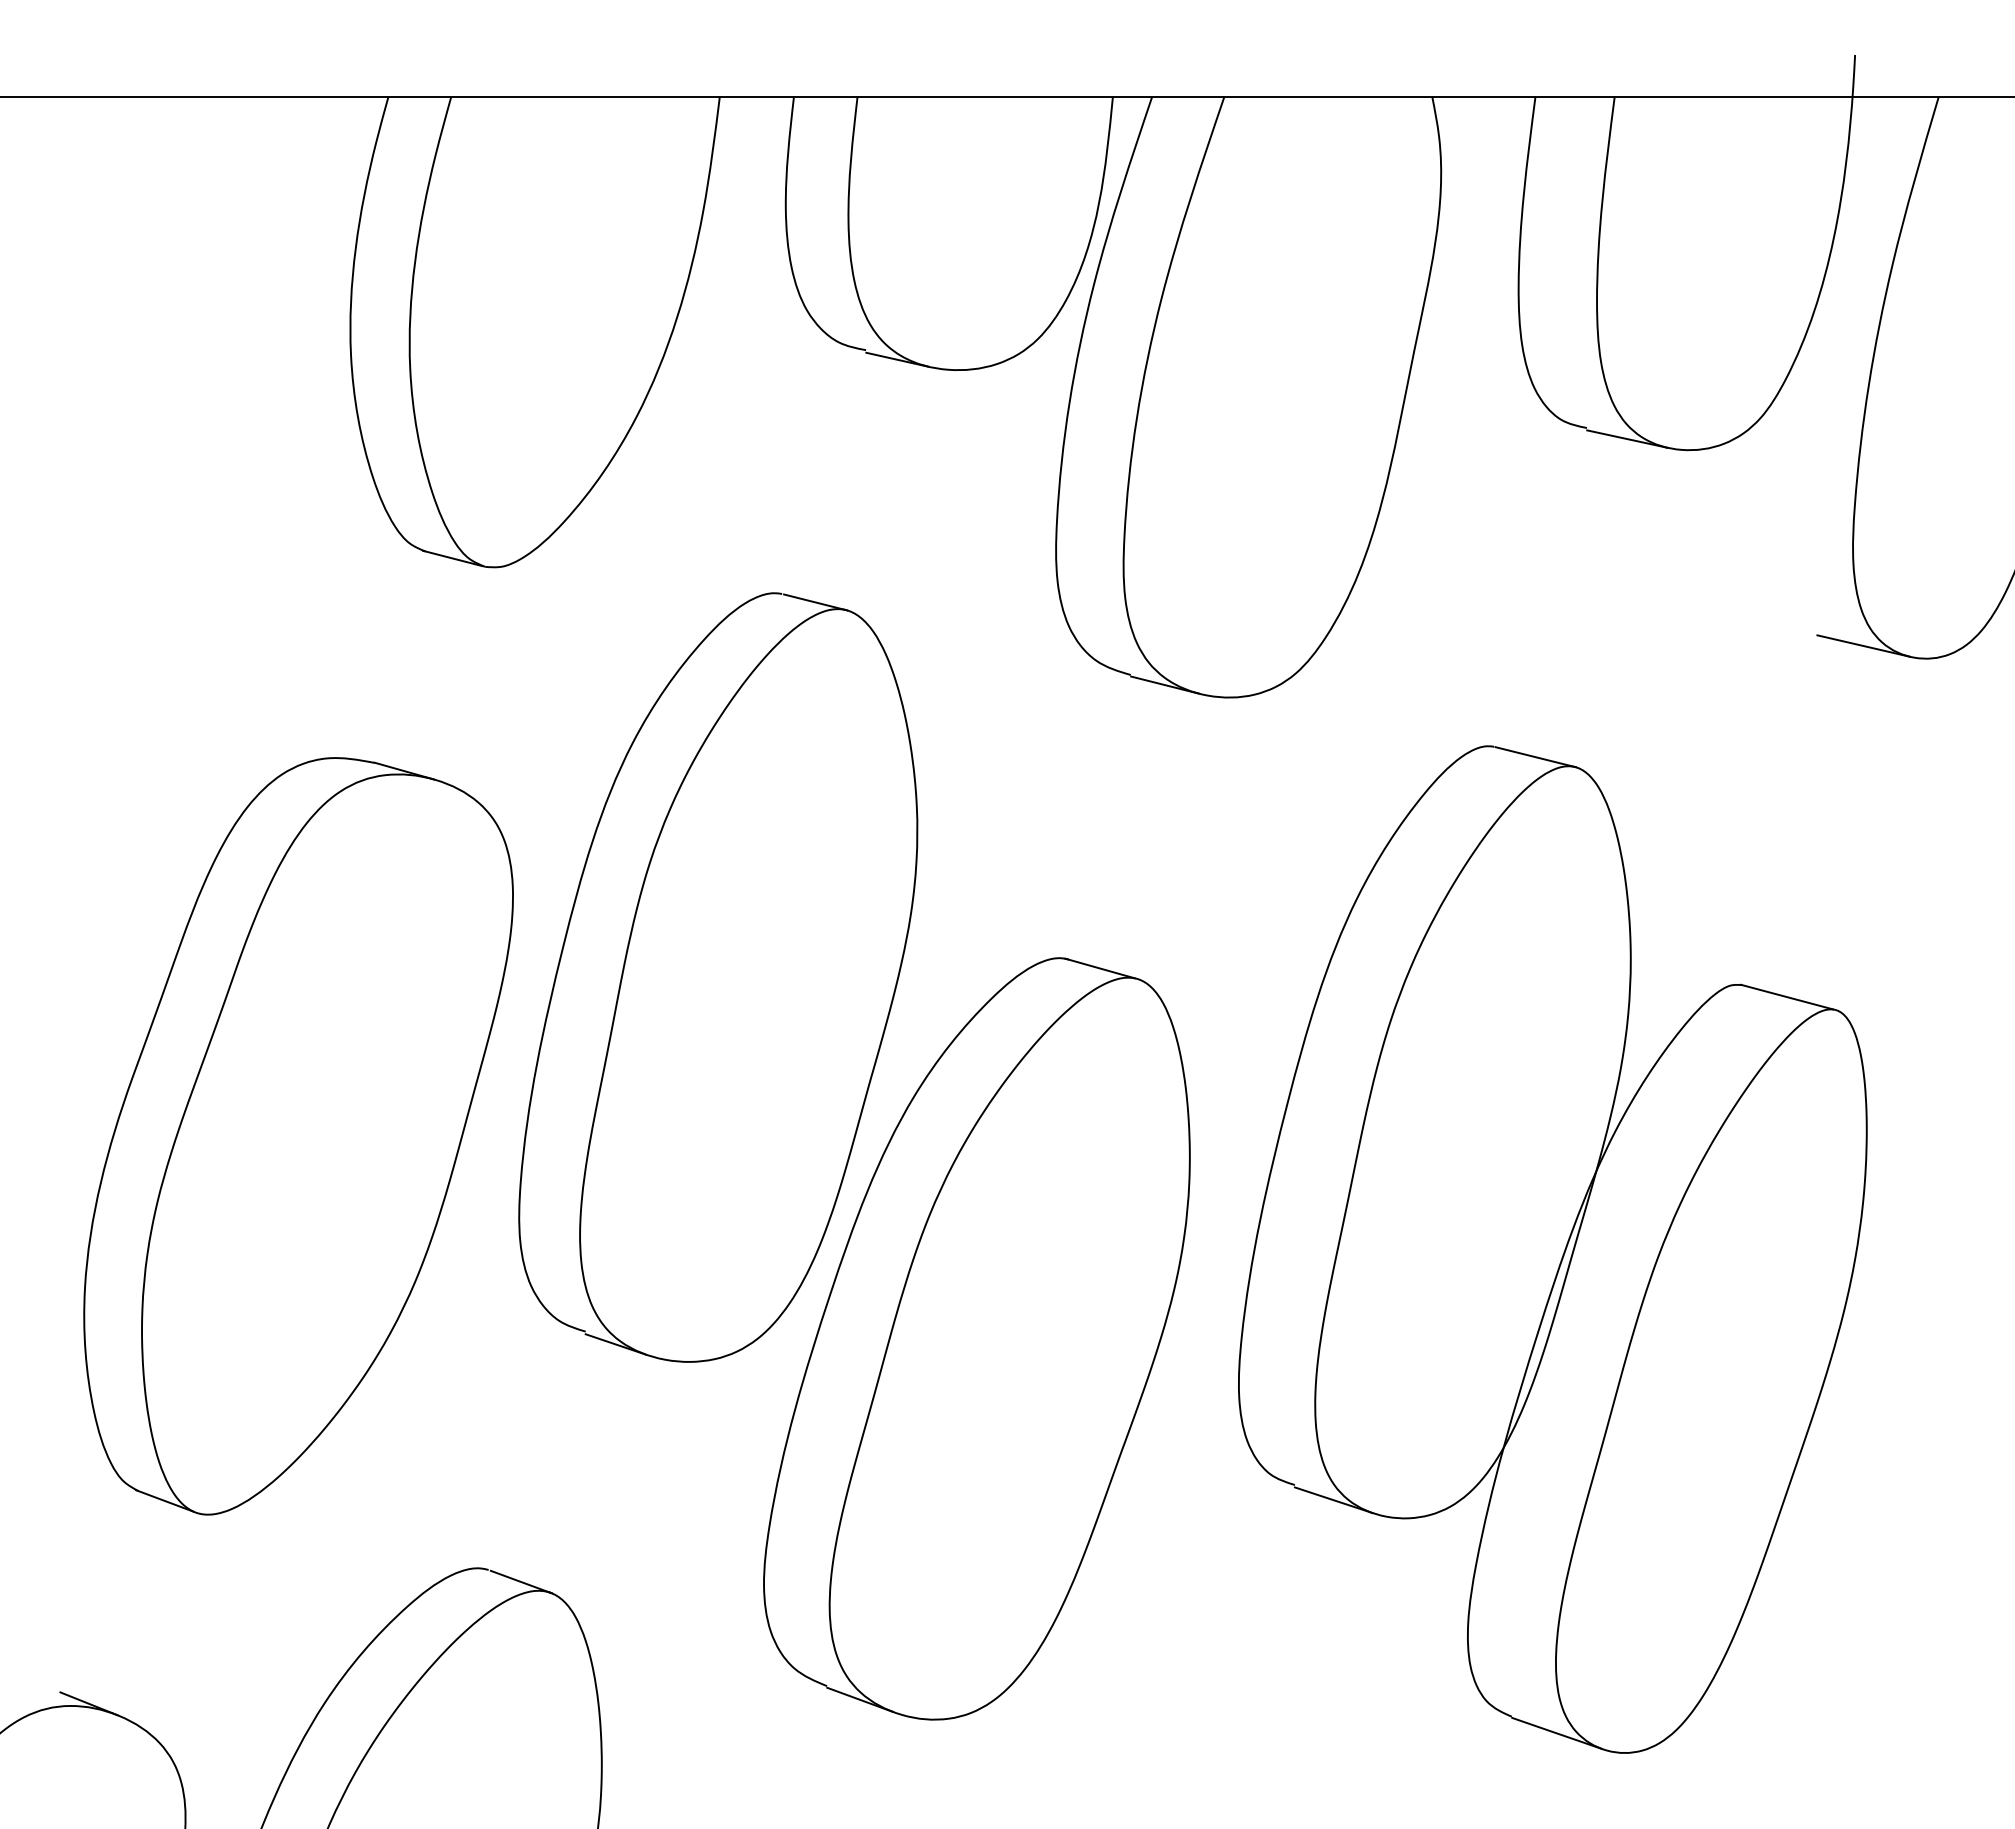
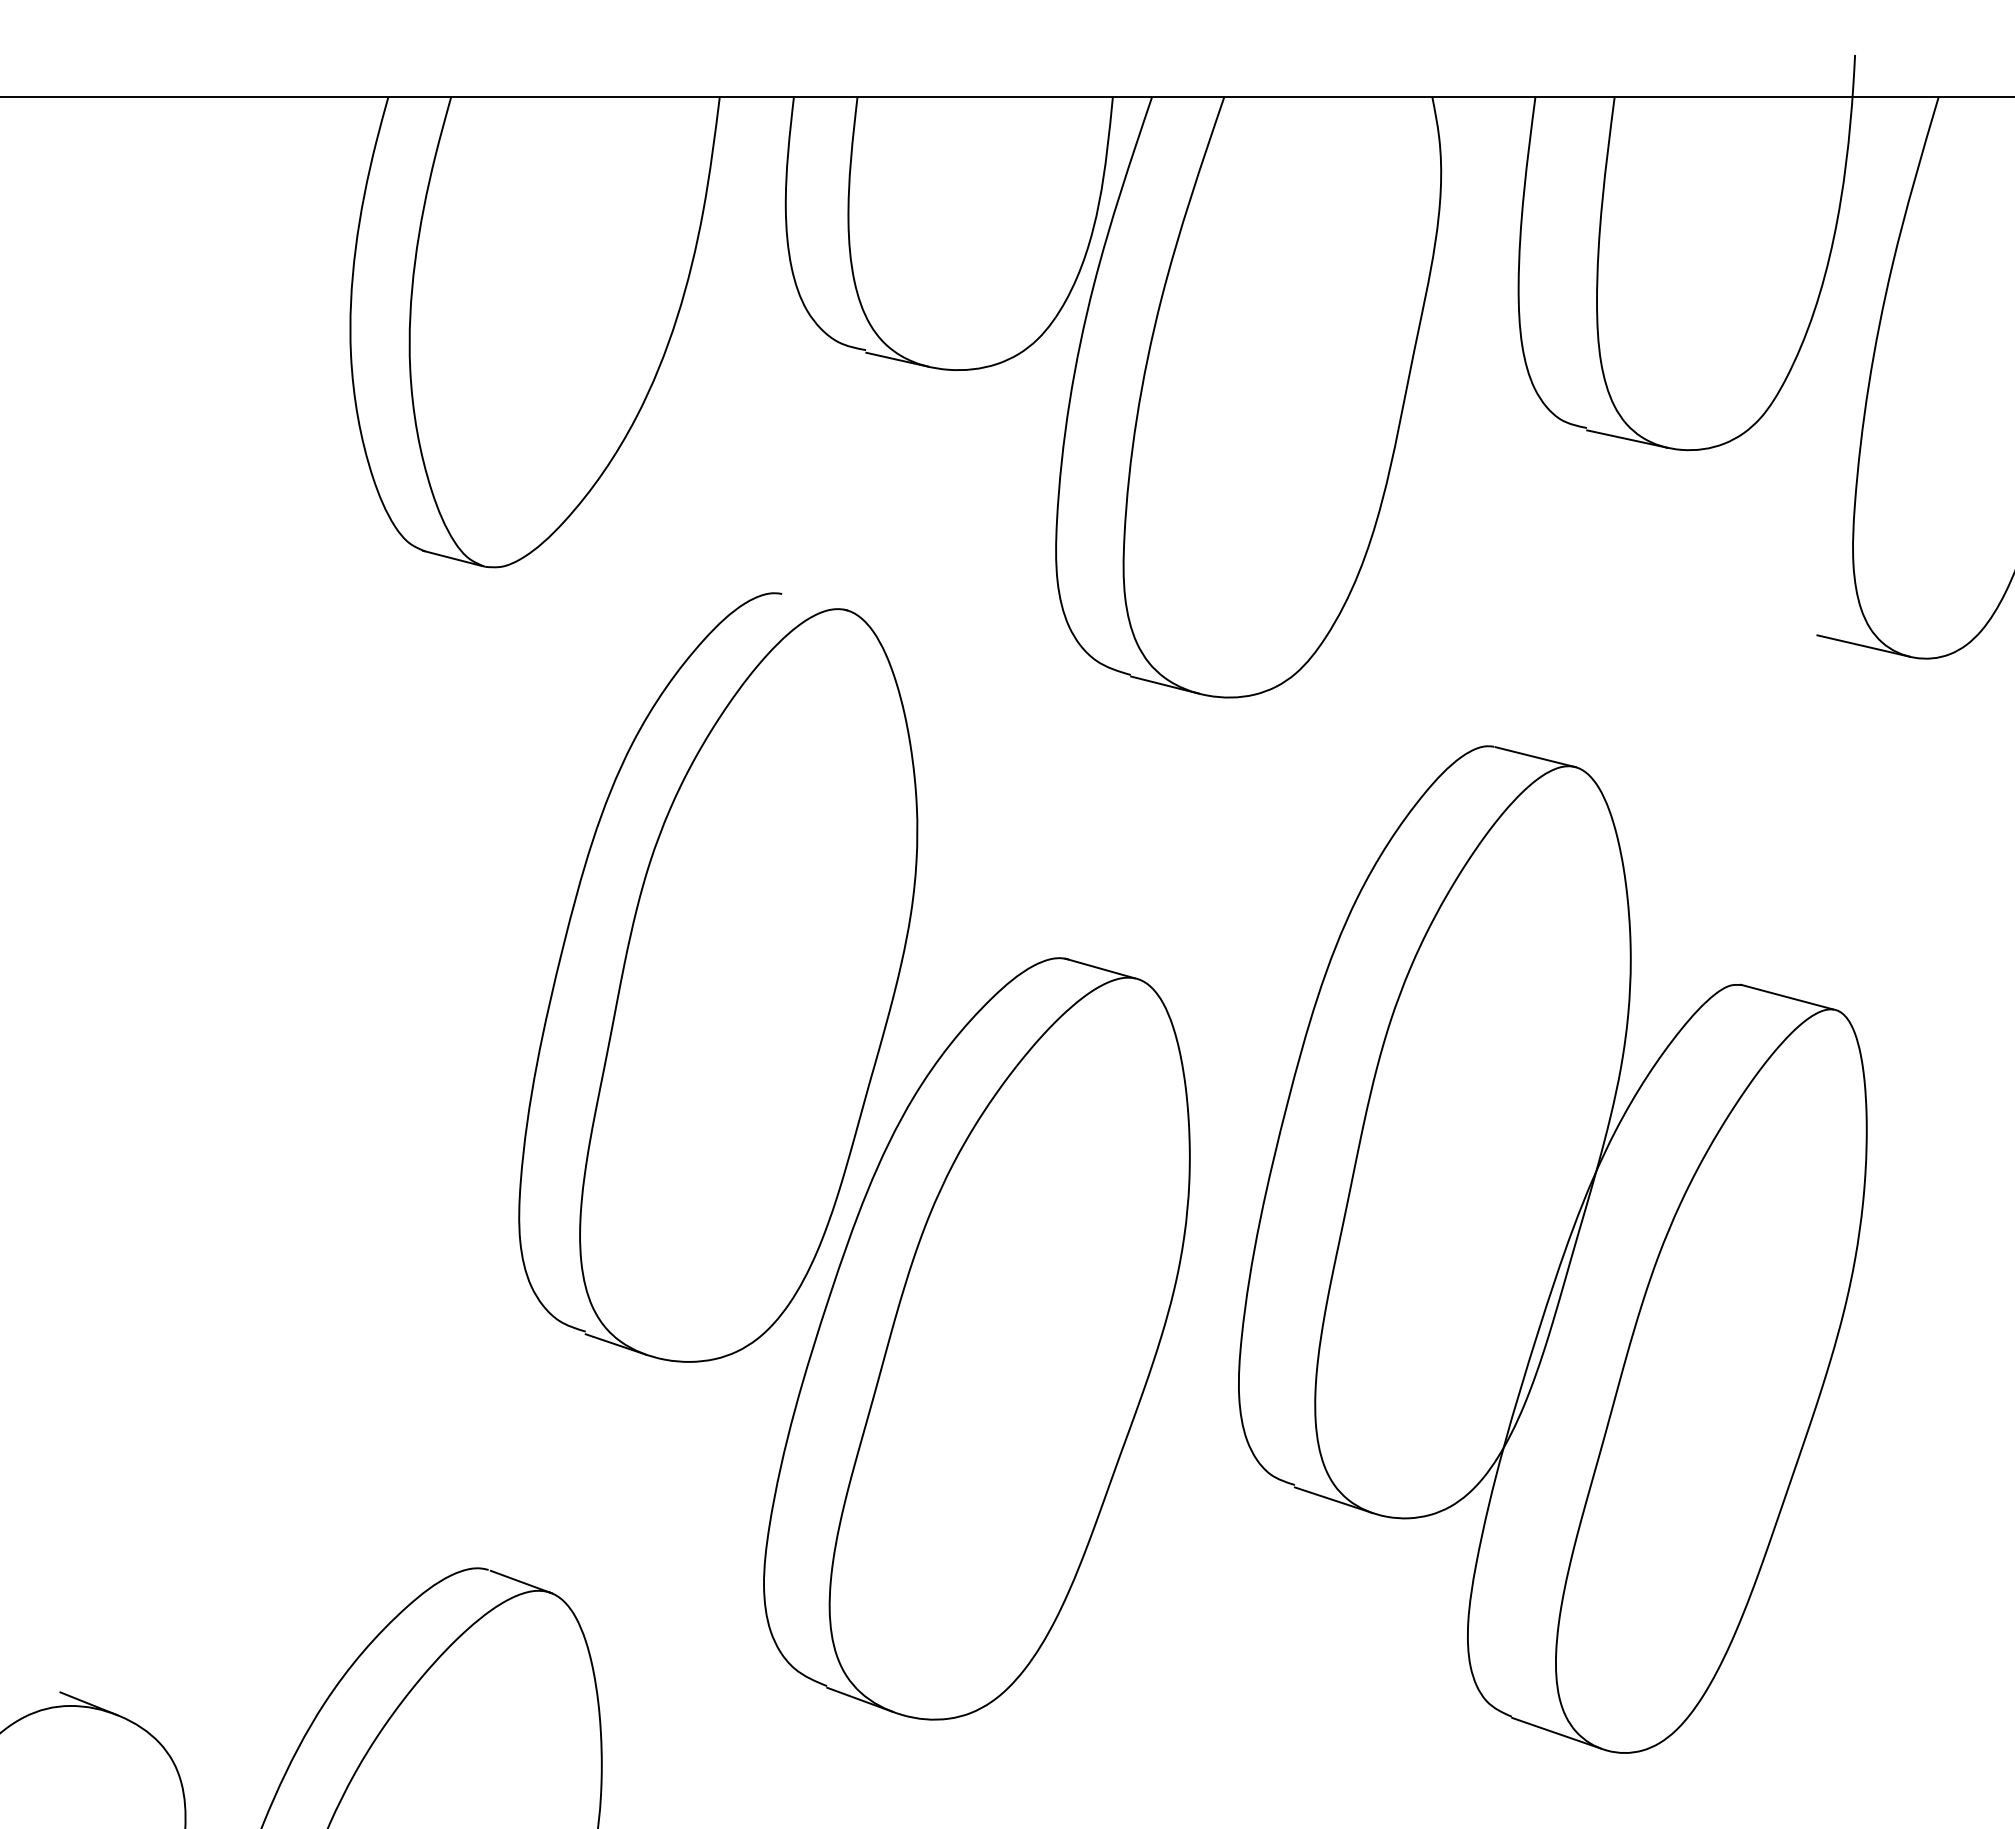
line at (814, 601): present -> none
part at (298, 1136): present -> none
